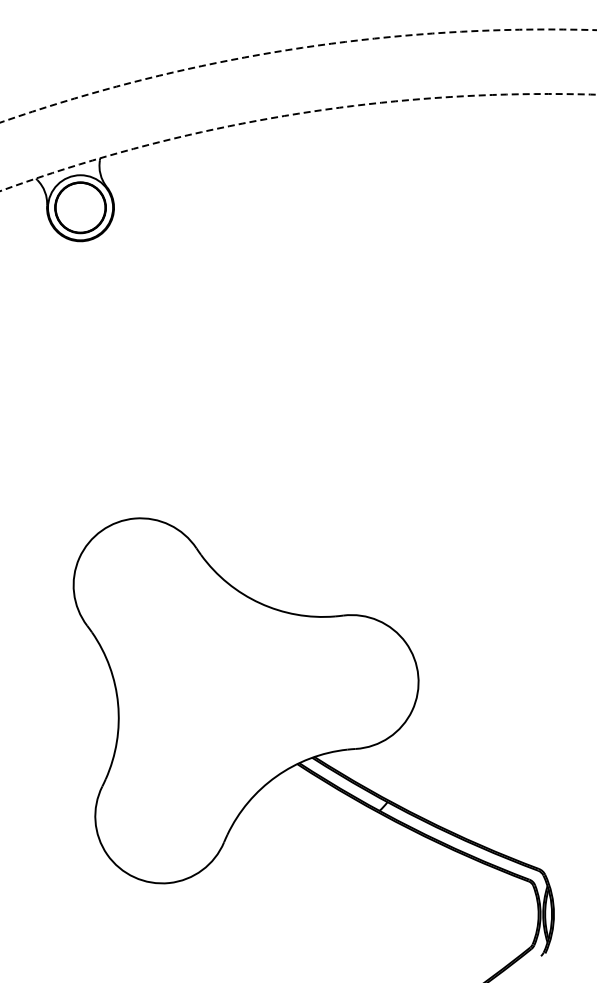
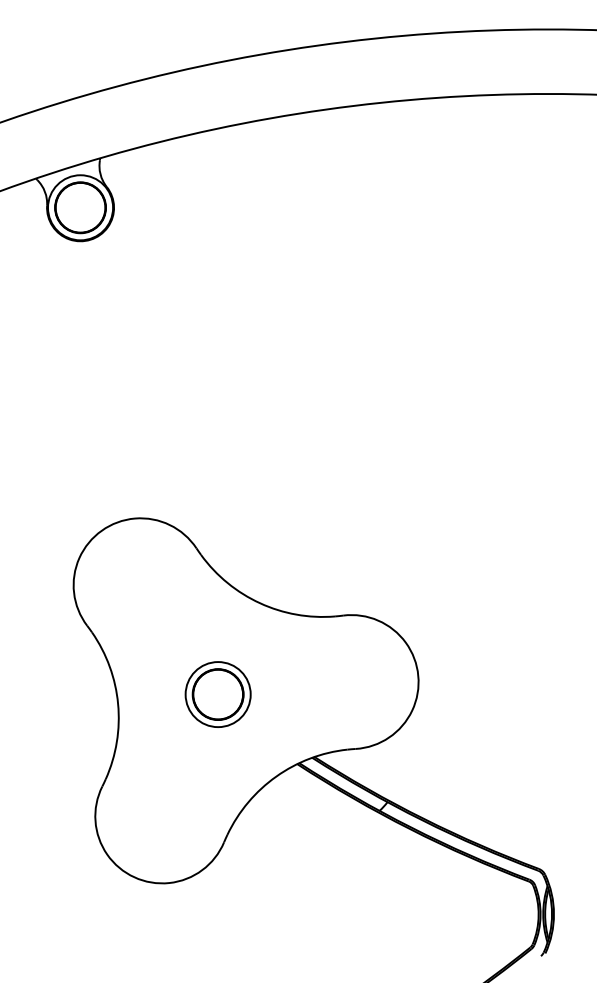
arc at (294, 49): dashed -> solid
arc at (290, 115): dashed -> solid
part at (217, 694): none -> present
